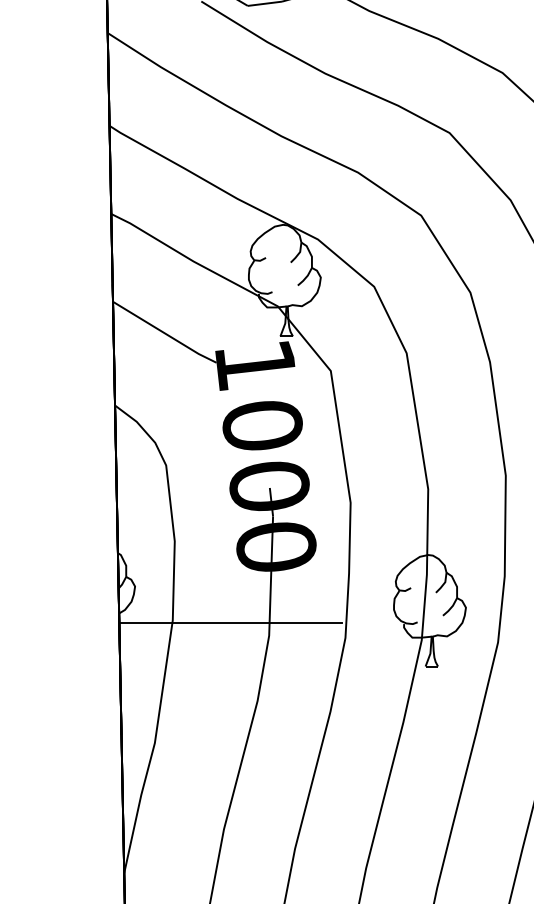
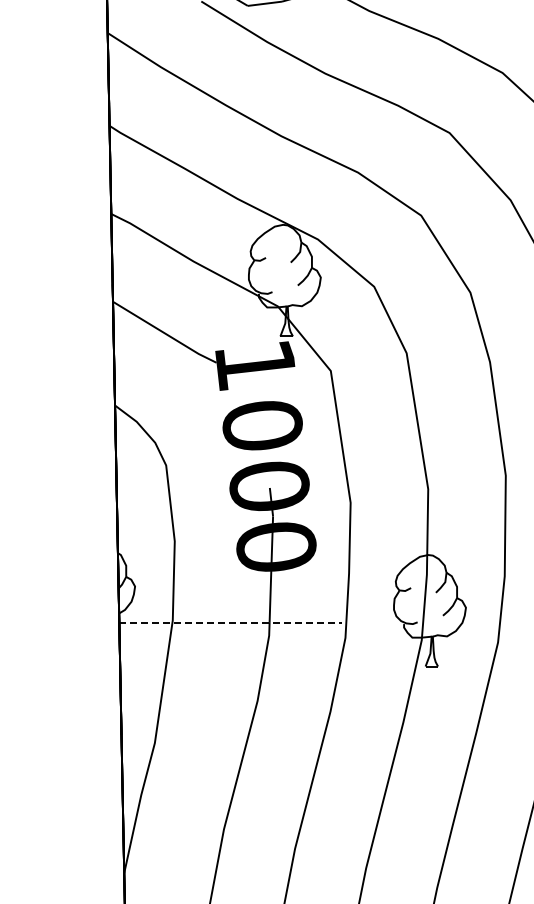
line at (230, 623): solid -> dashed
